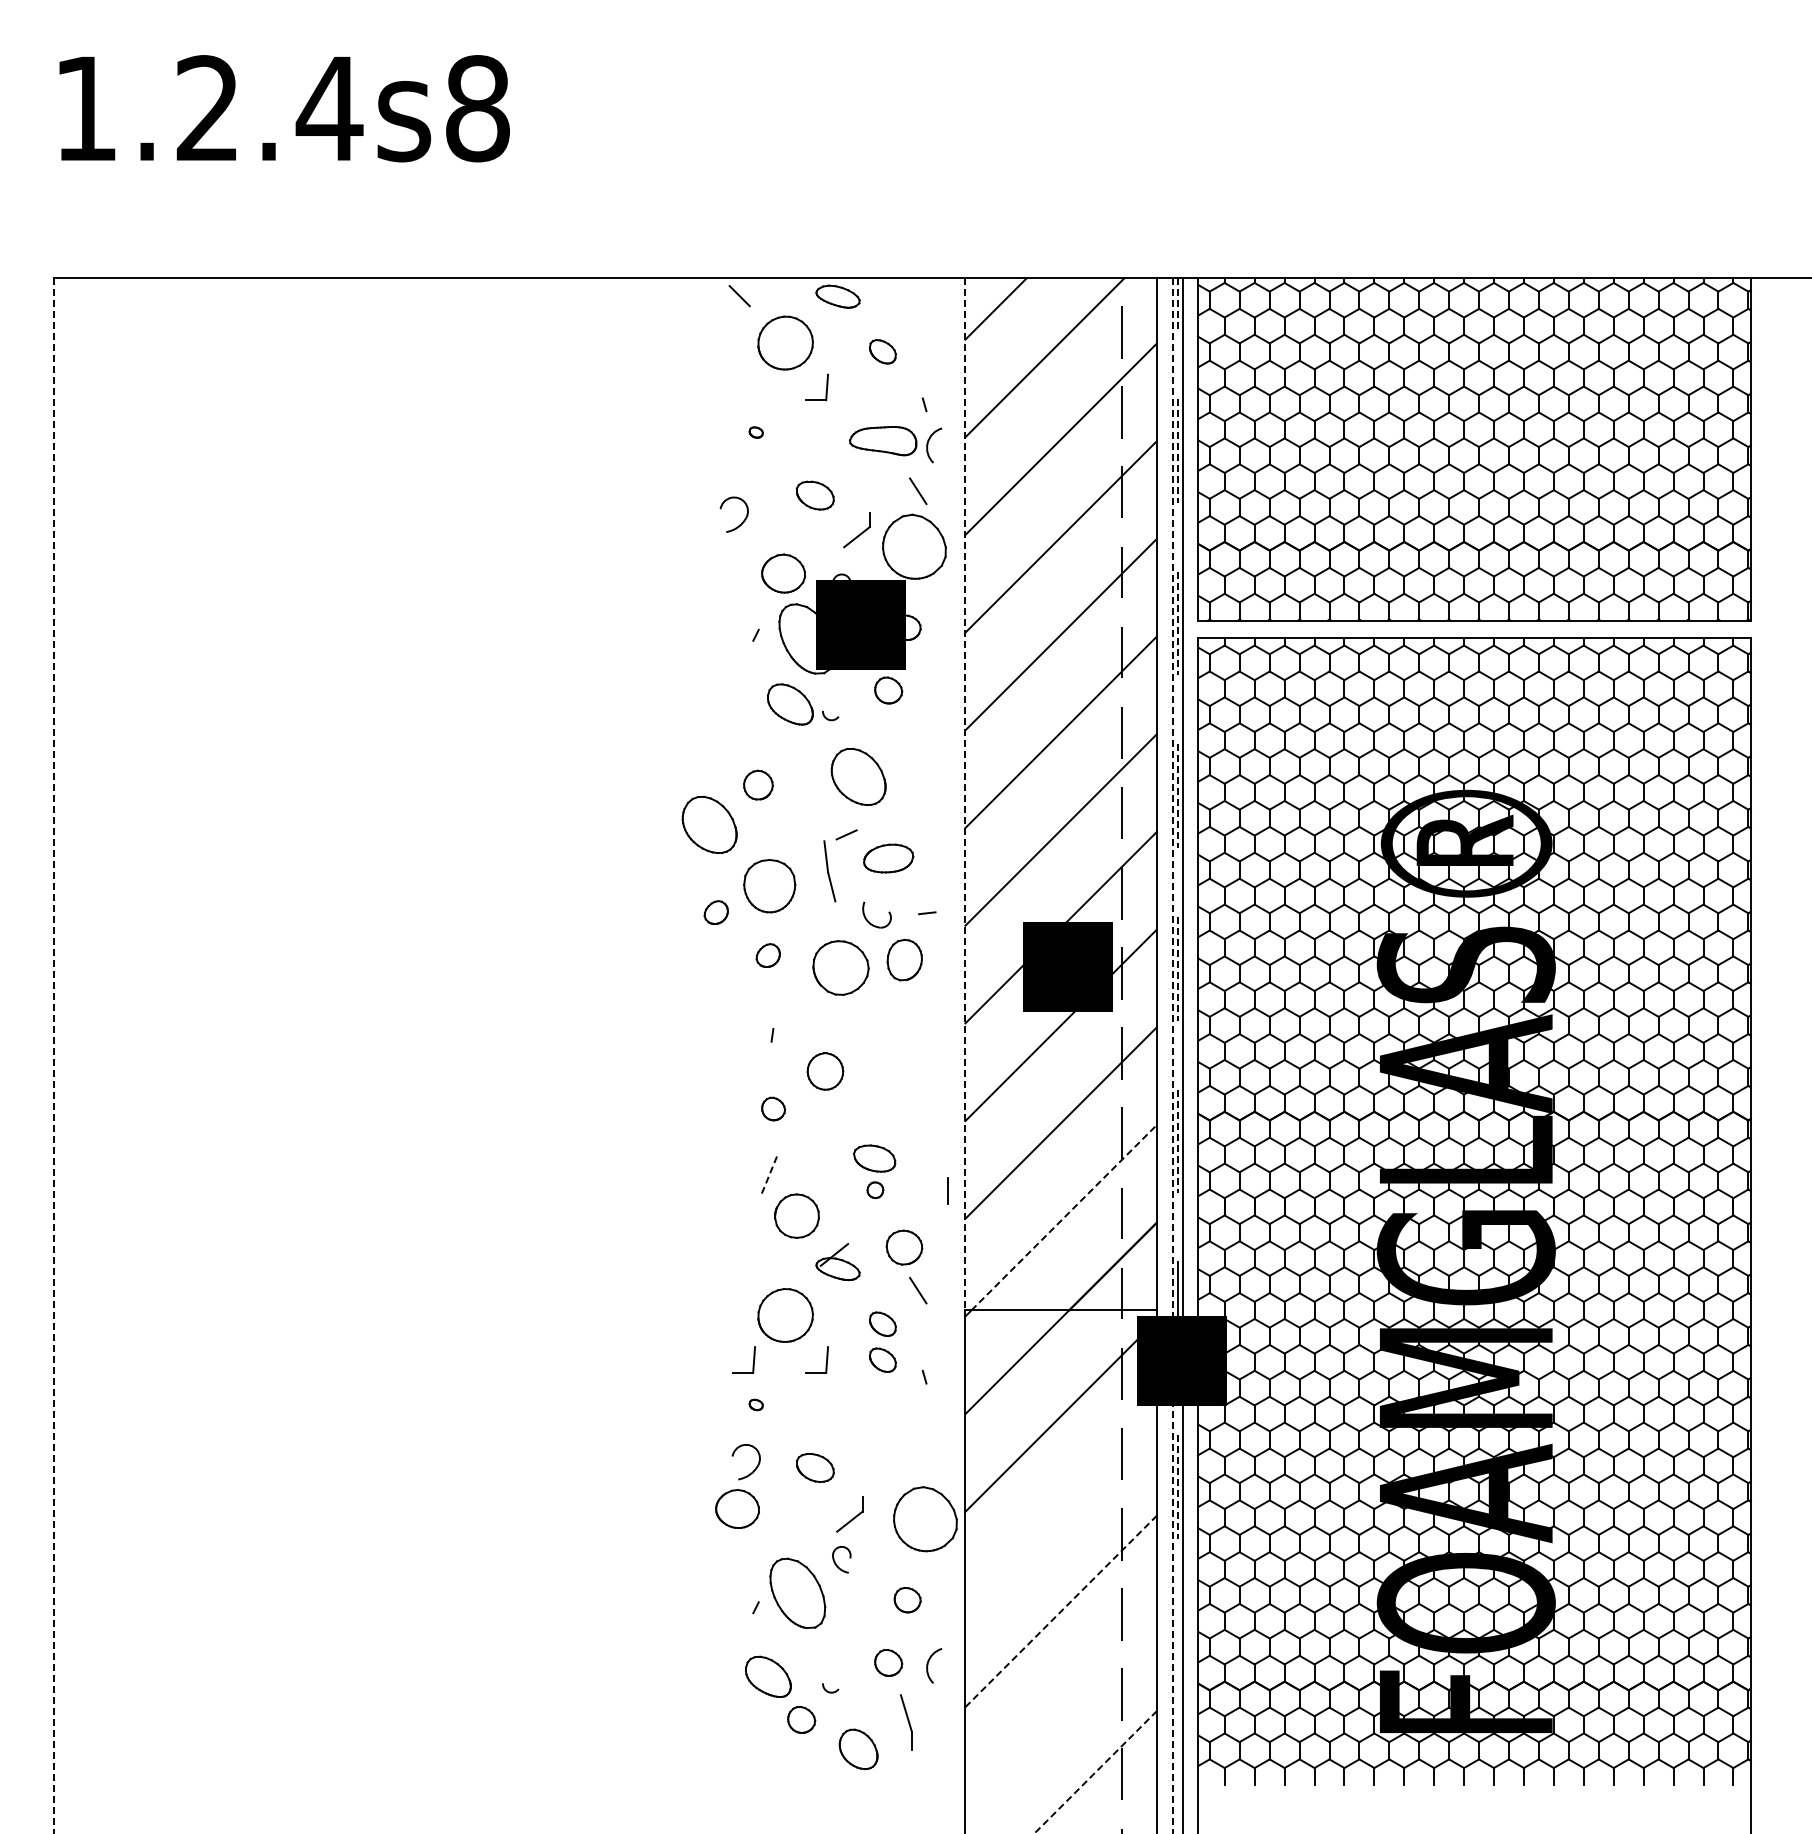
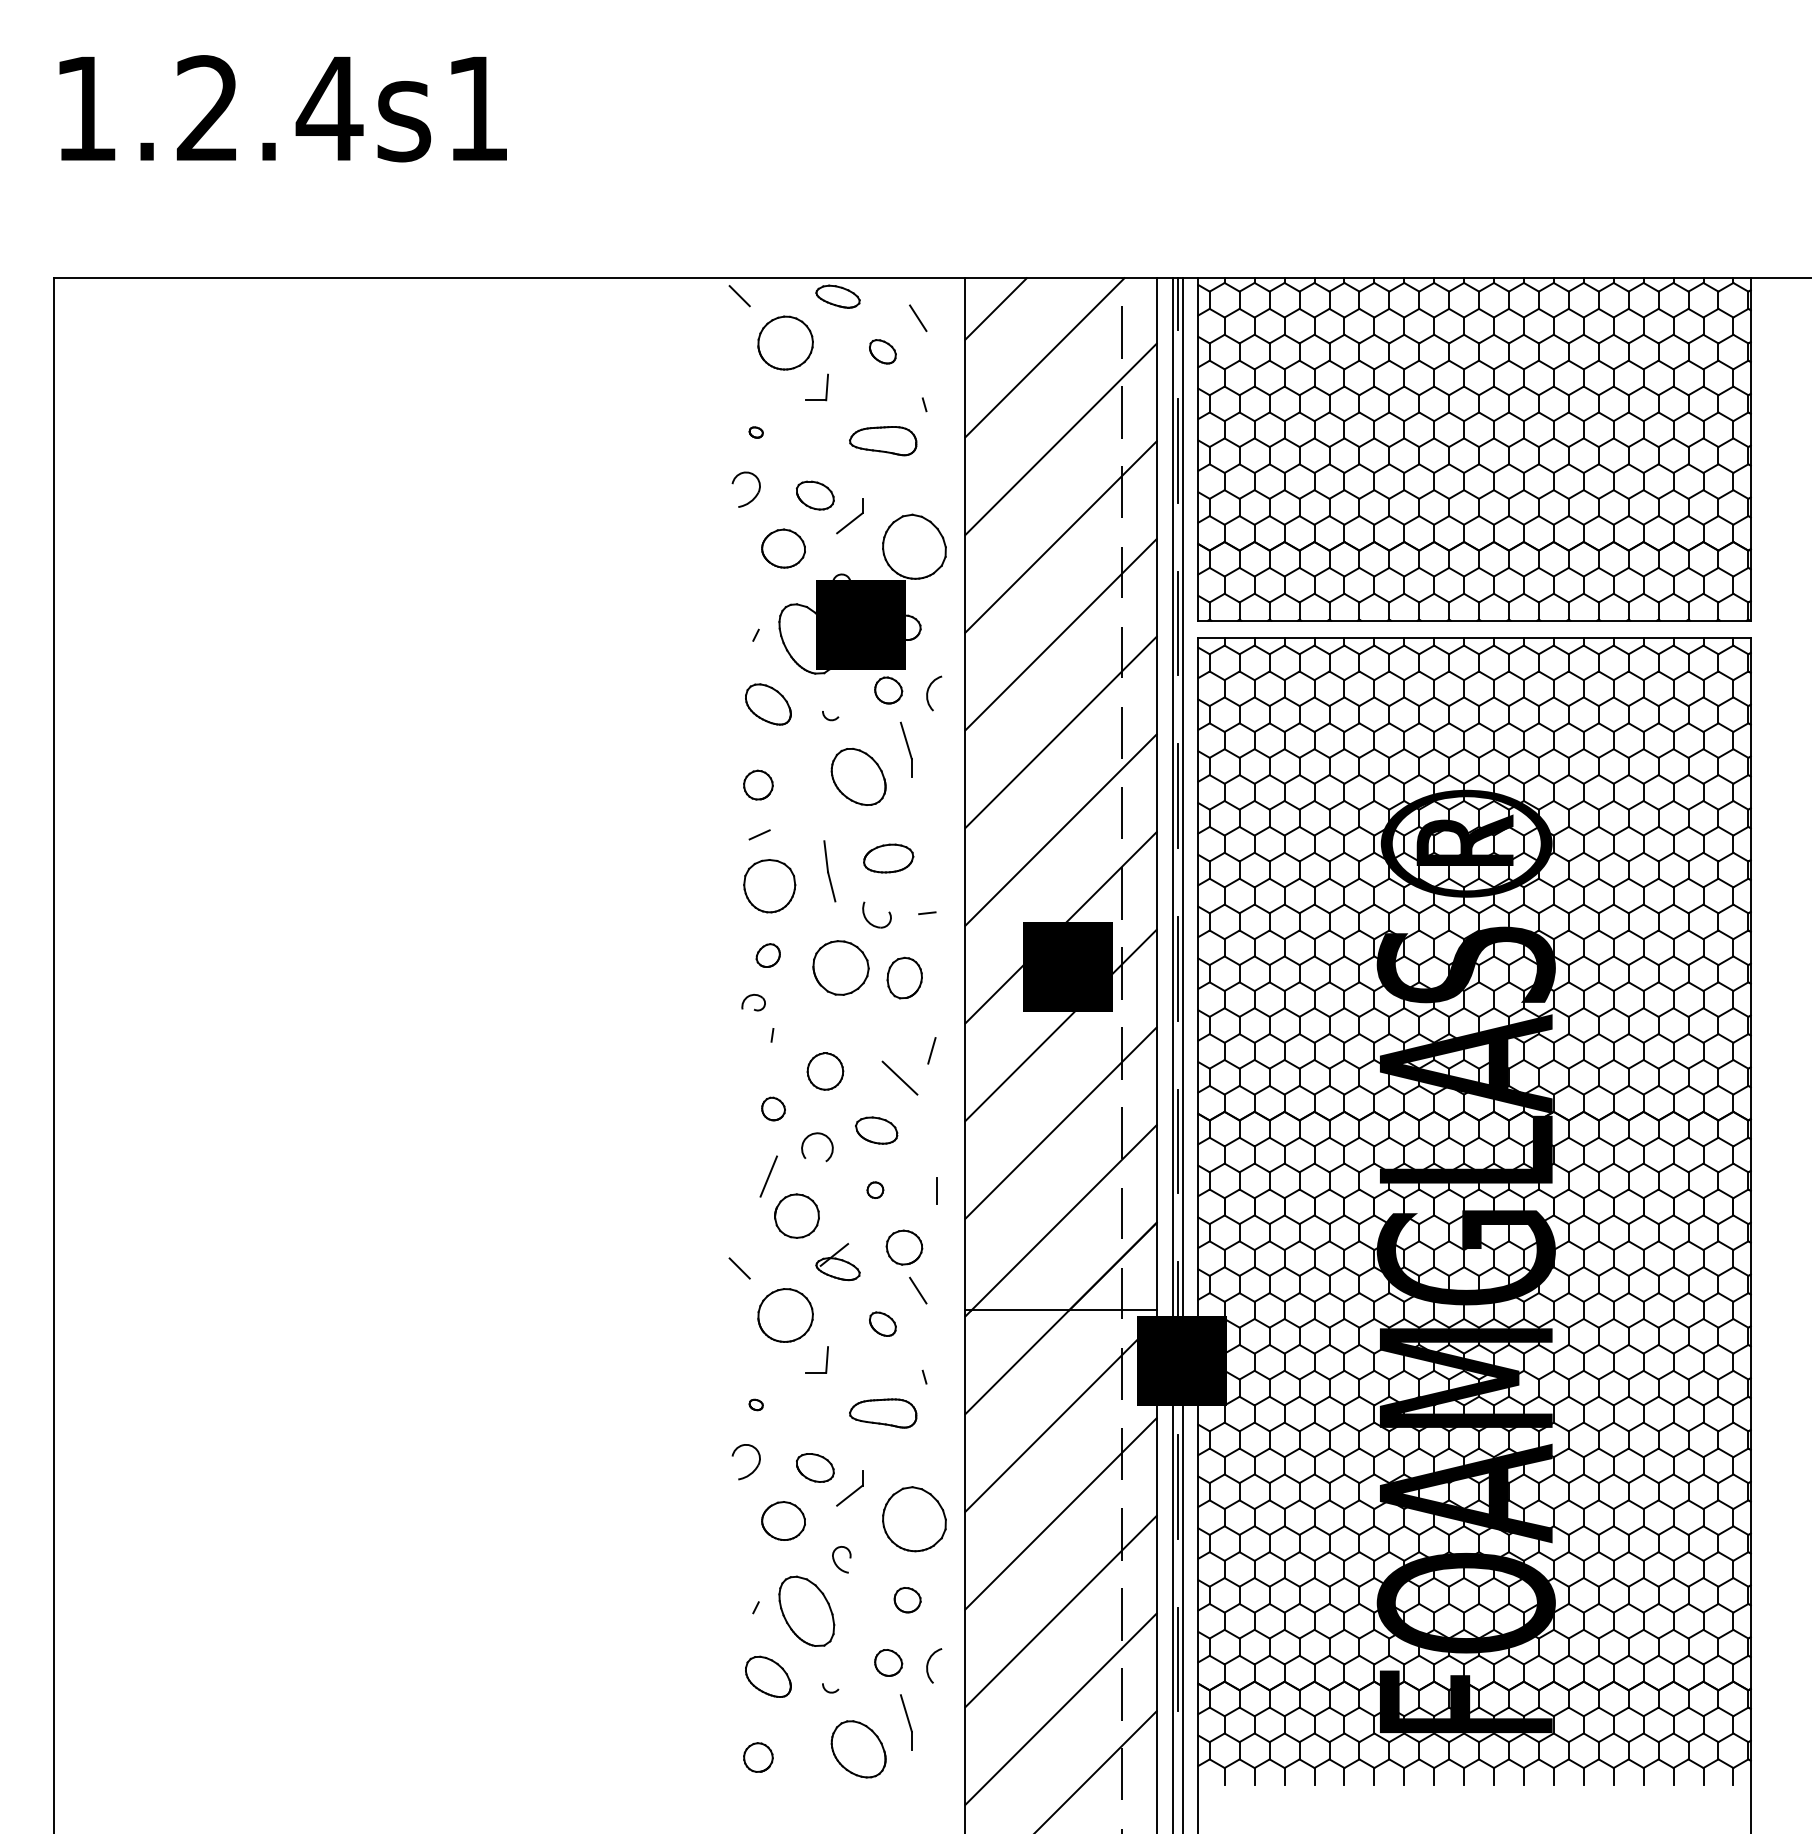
text at (477, 108): 1.2.4s8 -> 1.2.4s1
line at (1178, 304): dashed -> solid
arc at (928, 445) position: (928, 445) -> (928, 693)
line at (1178, 450): dashed -> solid
line at (918, 490) position: (918, 490) -> (918, 317)
part at (741, 522) position: (741, 522) -> (753, 497)
part at (856, 530) position: (856, 530) -> (849, 516)
part at (783, 573) position: (783, 573) -> (783, 548)
line at (1178, 623): dashed -> solid
part at (790, 704) position: (790, 704) -> (768, 704)
part at (905, 749): none -> present
line at (965, 794): dashed -> solid
line at (1178, 796): dashed -> solid
part at (709, 824): present -> none
line at (846, 834) position: (846, 834) -> (759, 834)
part at (715, 912): present -> none
part at (904, 959) position: (904, 959) -> (904, 977)
line at (1178, 968): dashed -> solid
part at (754, 1008): none -> present
line at (931, 1050): none -> present
line at (54, 1055): dashed -> solid
line at (1172, 1055): dashed -> solid
line at (899, 1077): none -> present
arc at (817, 1134): none -> present
line at (1178, 1141): dashed -> solid
part at (874, 1158) position: (874, 1158) -> (876, 1130)
line at (768, 1176): dashed -> solid
line at (947, 1190) position: (947, 1190) -> (936, 1190)
line at (1064, 1217): dashed -> solid
line at (739, 1268): none -> present
part at (753, 1359): present -> none
part at (882, 1359): present -> none
part at (883, 1413): none -> present
line at (1178, 1486): dashed -> solid
part at (737, 1508) position: (737, 1508) -> (783, 1520)
line at (1060, 1513): none -> present
part at (849, 1514) position: (849, 1514) -> (849, 1488)
part at (925, 1519) position: (925, 1519) -> (914, 1519)
part at (797, 1592) position: (797, 1592) -> (806, 1610)
line at (1061, 1611): dashed -> solid
line at (1178, 1659): none -> present
line at (1060, 1708): none -> present
part at (801, 1719): present -> none
part at (858, 1748) size: 41x42 px -> 57x59 px
part at (758, 1757): none -> present
line at (1096, 1771): dashed -> solid
